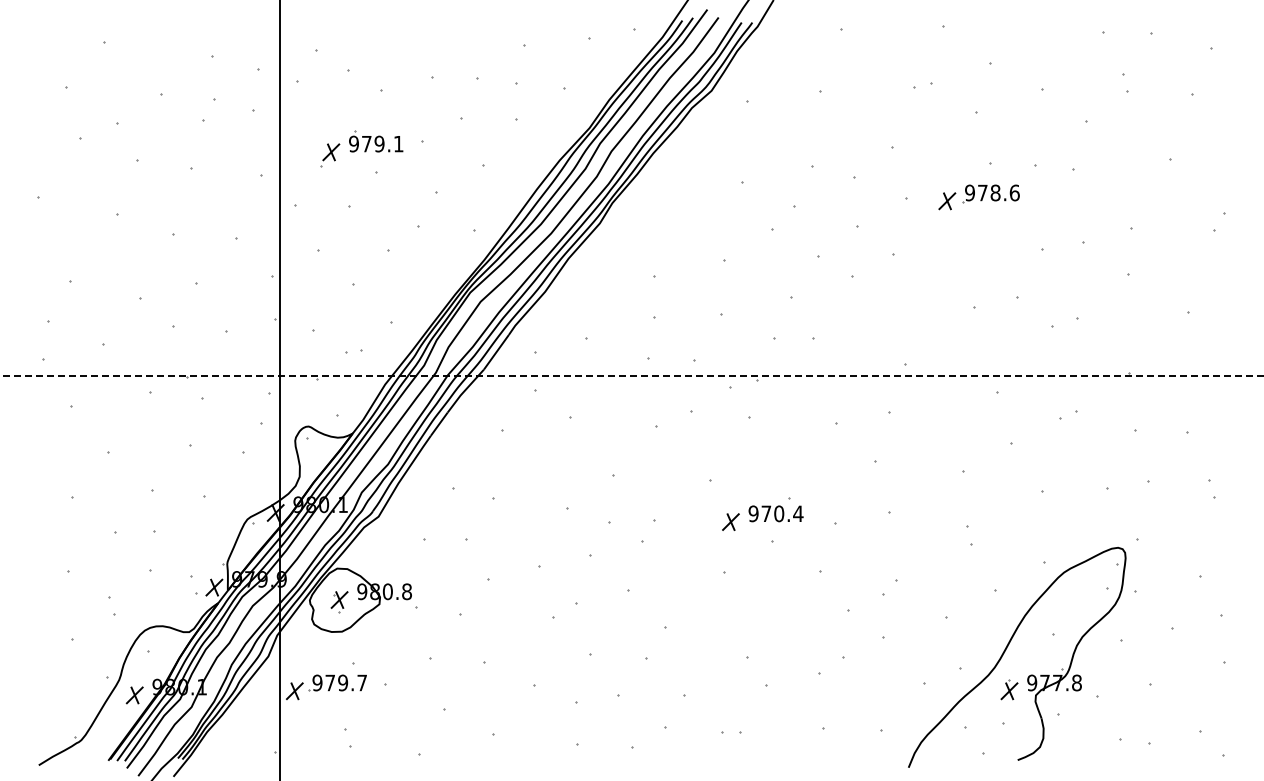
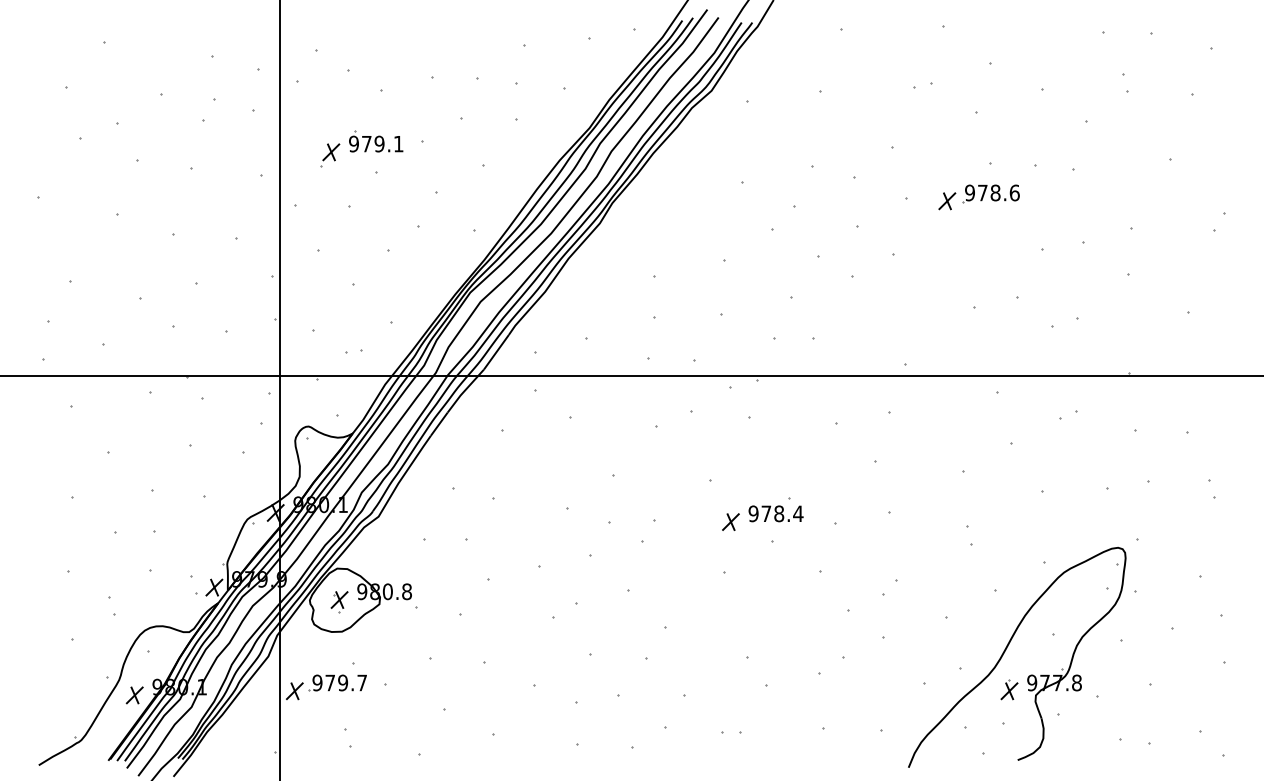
line at (631, 375): dashed -> solid
text at (779, 513): 970.4 -> 978.4
